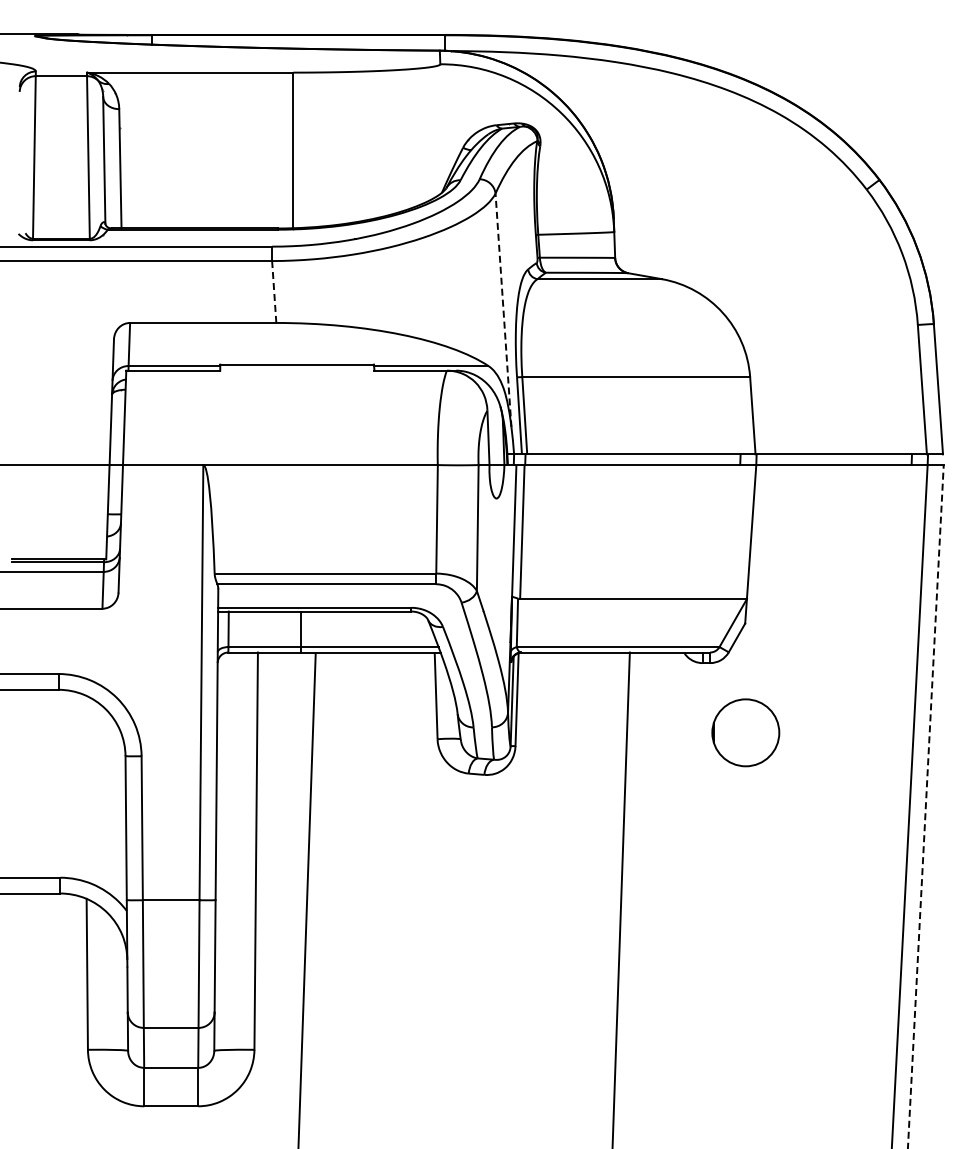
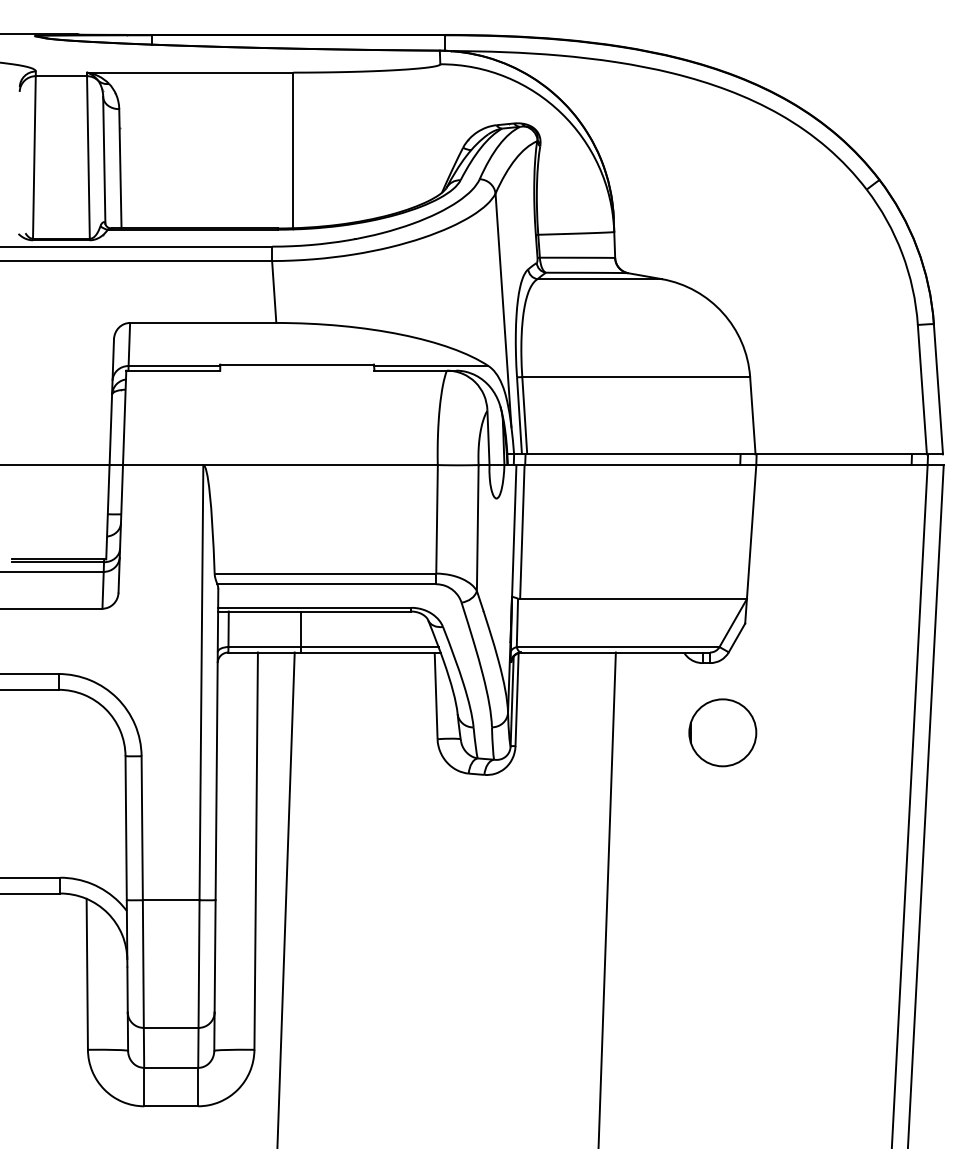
line at (274, 292): dashed -> solid
line at (503, 309): dashed -> solid
part at (745, 732) position: (745, 732) -> (722, 732)
line at (925, 806): dashed -> solid
line at (620, 898) position: (620, 898) -> (606, 898)
line at (306, 899) position: (306, 899) -> (285, 898)
